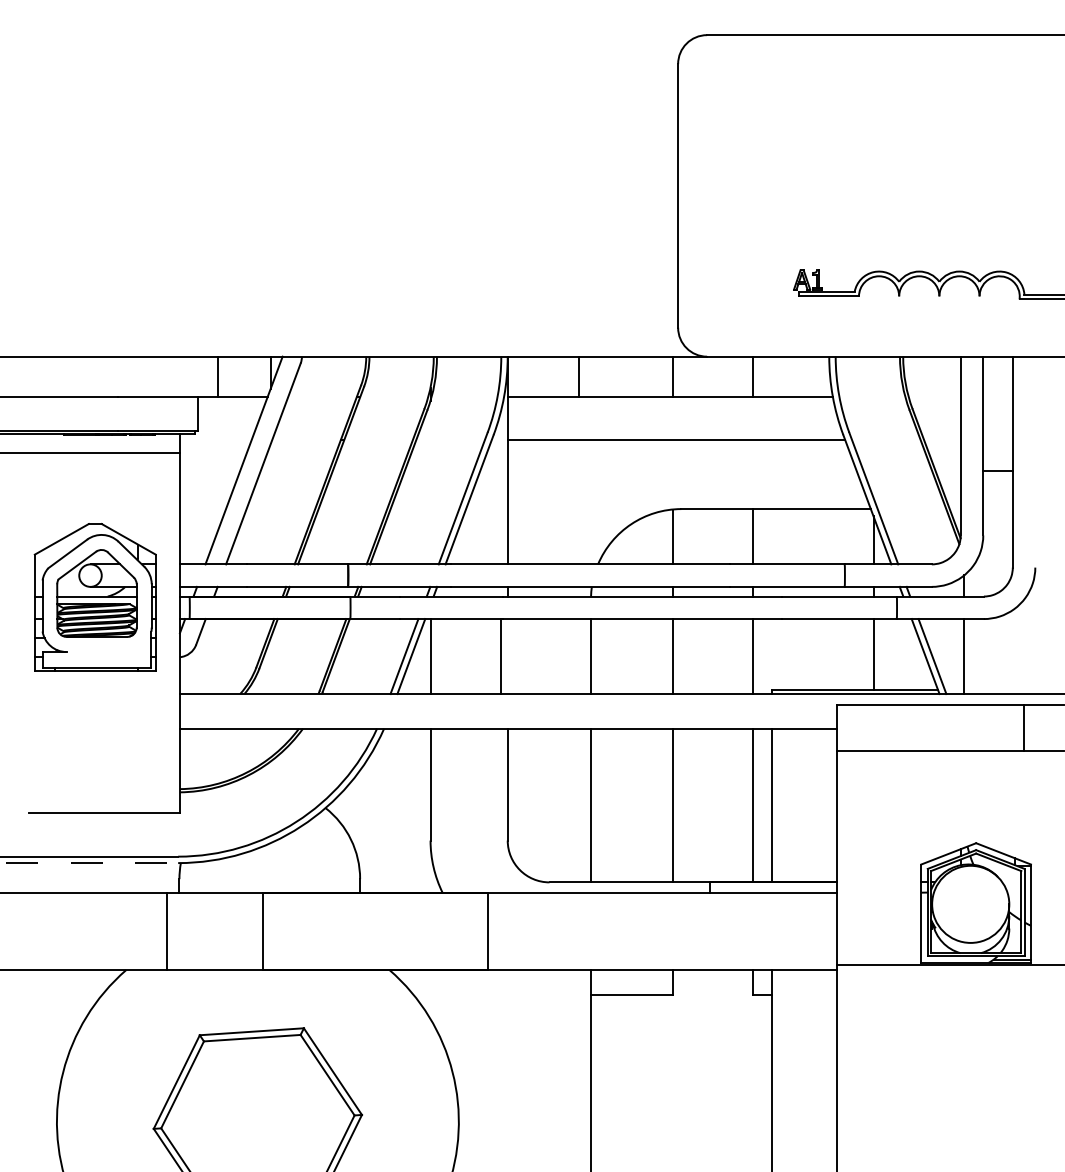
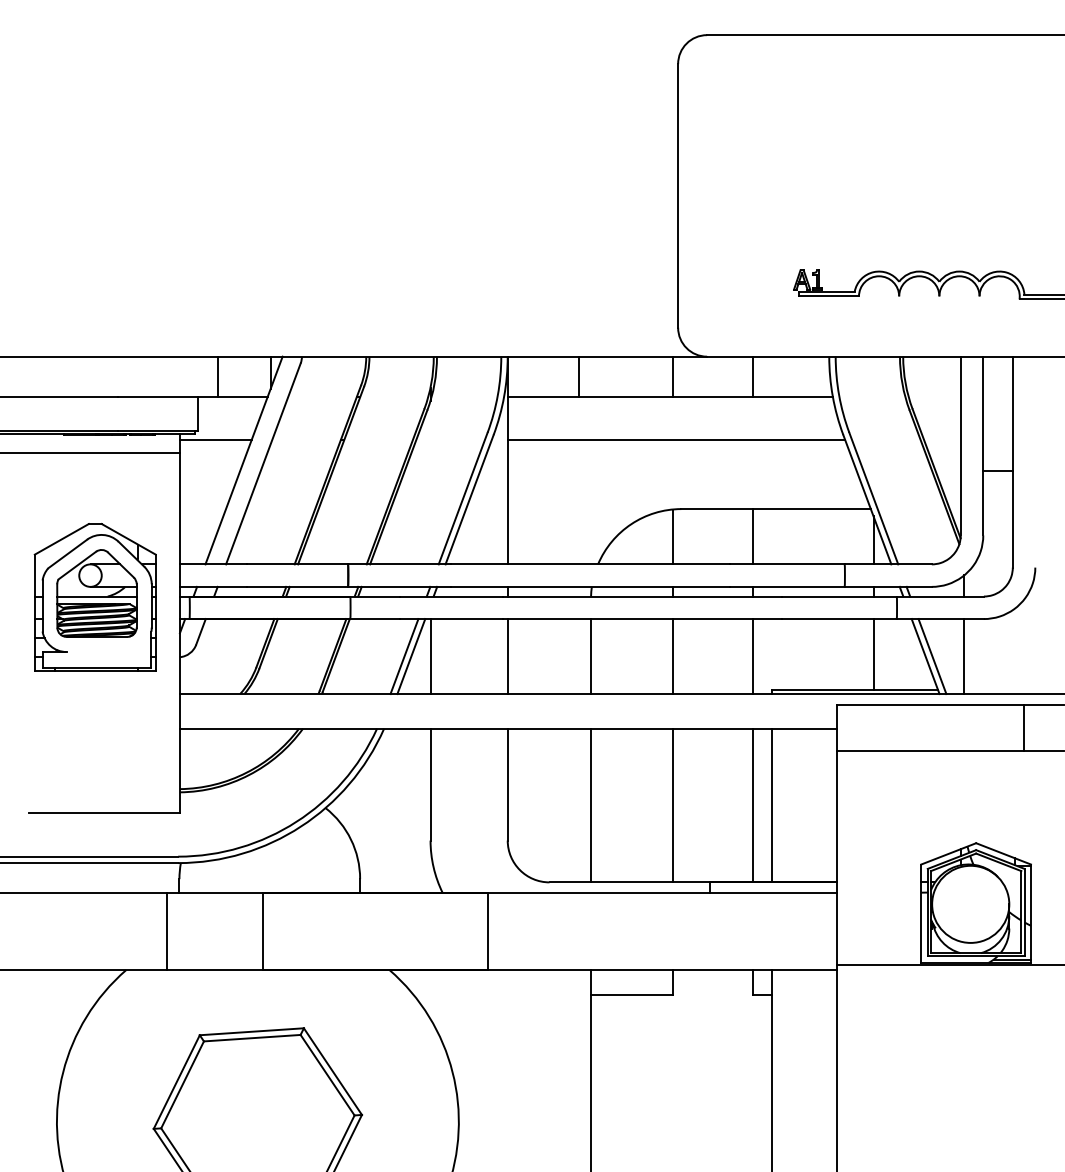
line at (215, 440): none -> present
line at (500, 656) position: (500, 656) -> (507, 656)
line at (89, 863): dashed -> solid
